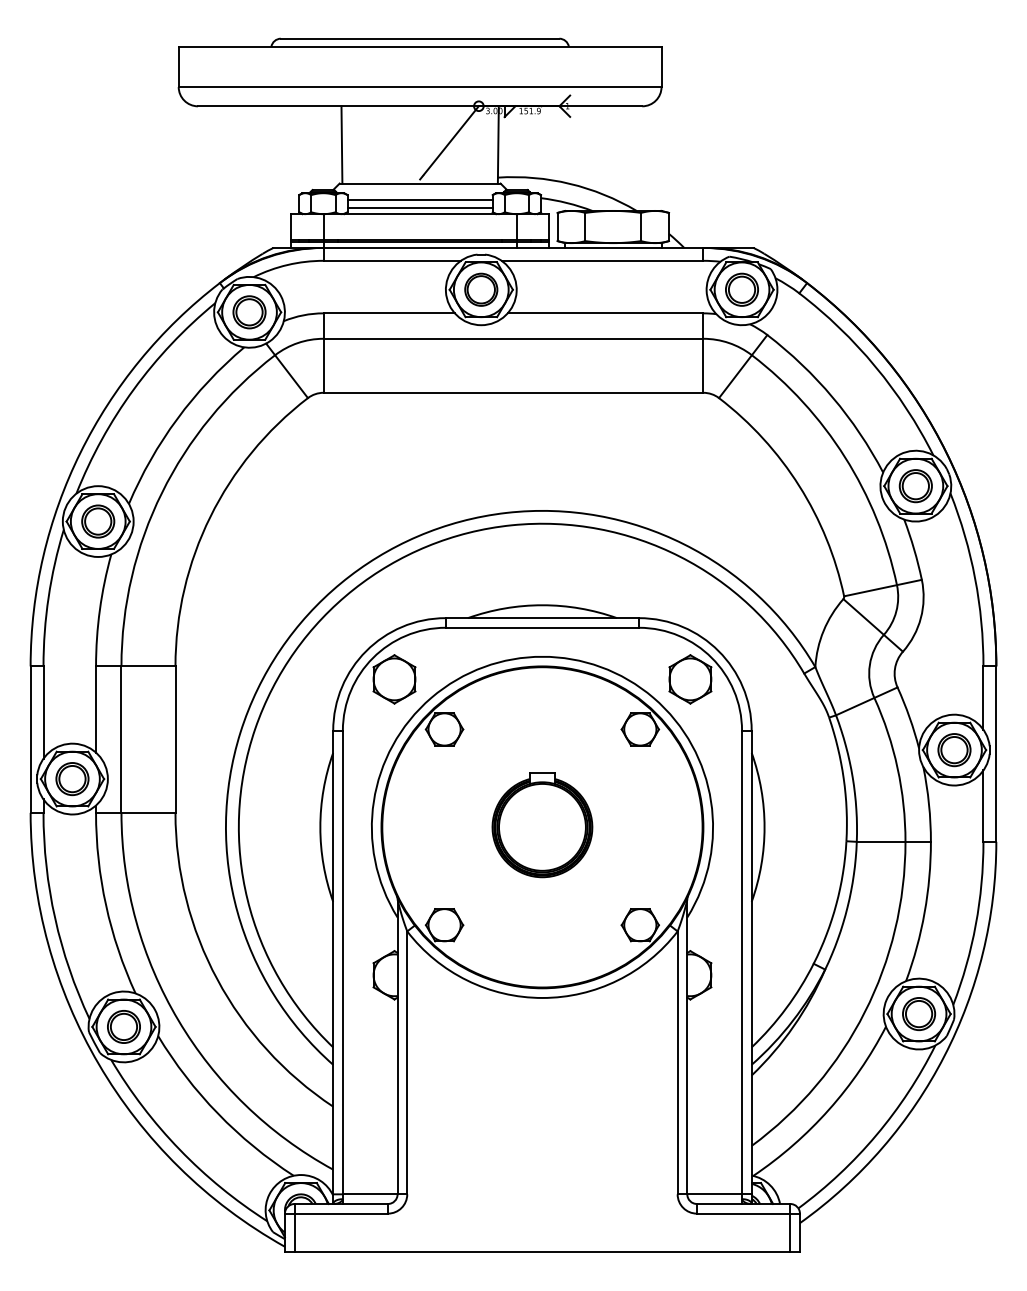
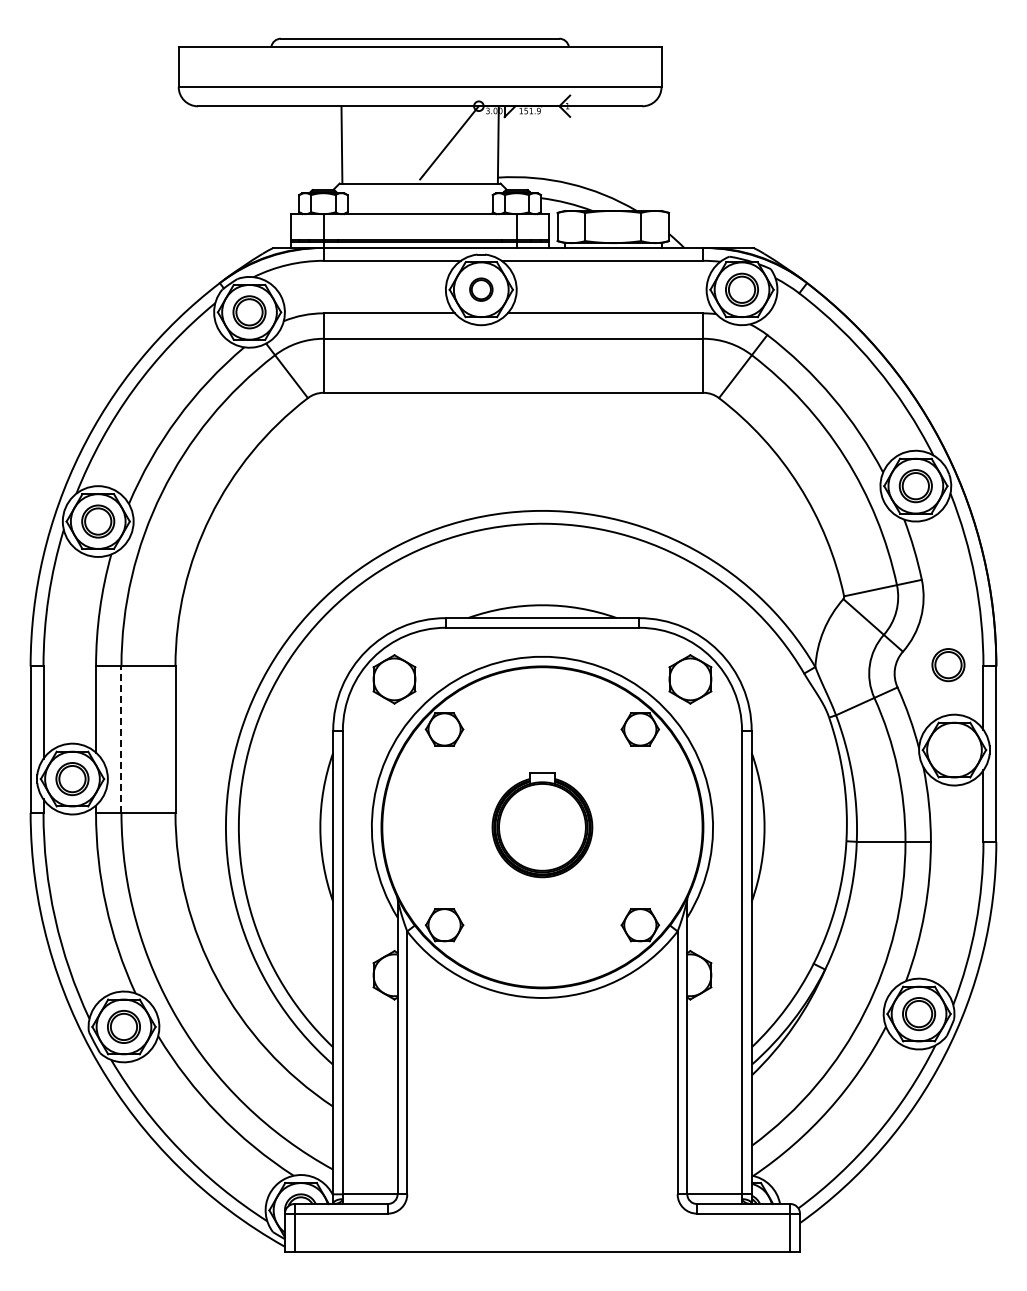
line at (419, 199): present -> none
line at (419, 207): present -> none
part at (481, 289) size: 35x35 px -> 25x25 px
line at (121, 739): solid -> dashed
part at (954, 750) position: (954, 750) -> (948, 665)
